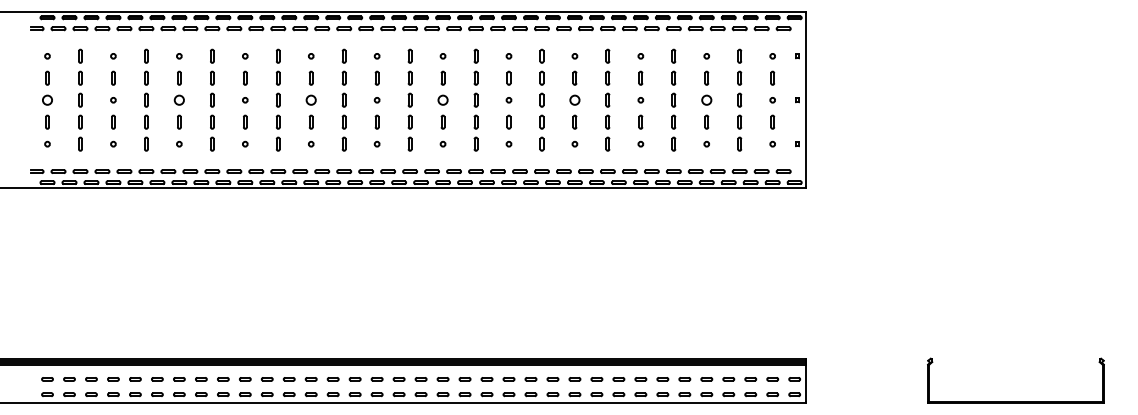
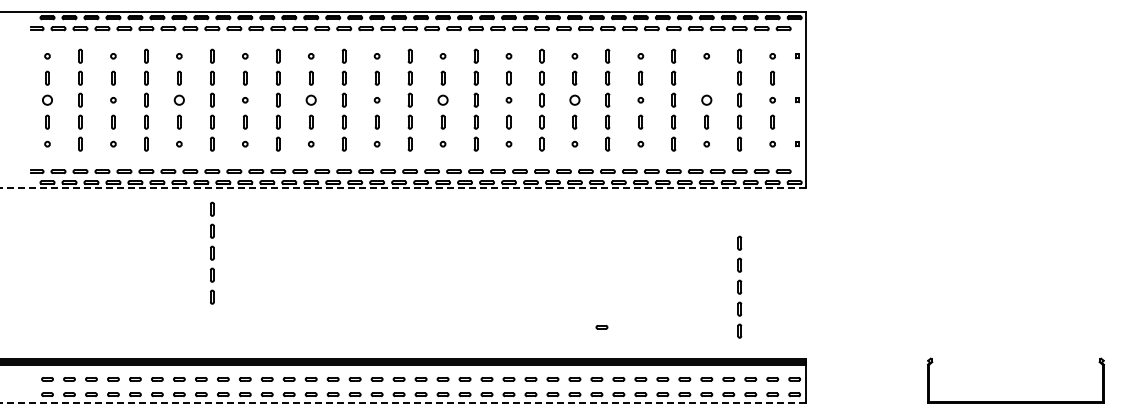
part at (706, 77): present -> none
line at (402, 188): solid -> dashed
line at (211, 252): none -> present
part at (739, 286): none -> present
part at (601, 327): none -> present
line at (402, 402): solid -> dashed
